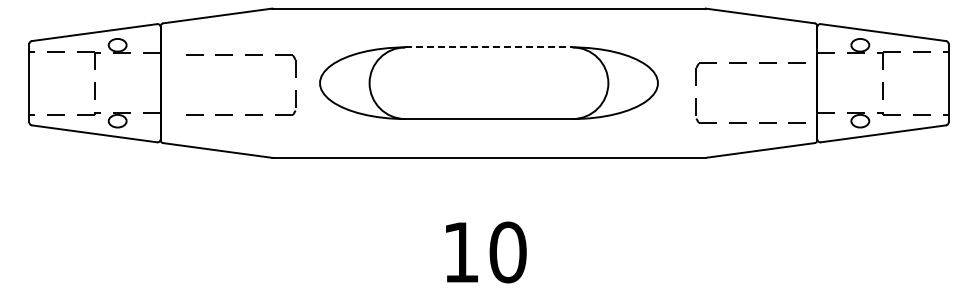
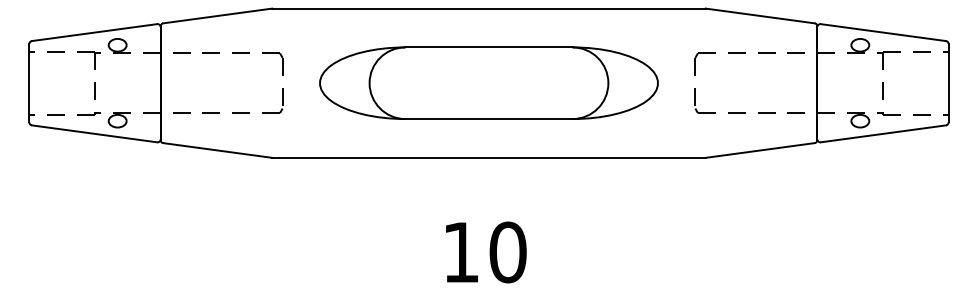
line at (489, 47): dashed -> solid
part at (245, 55) position: (245, 55) -> (232, 53)
part at (746, 63) position: (746, 63) -> (745, 53)
